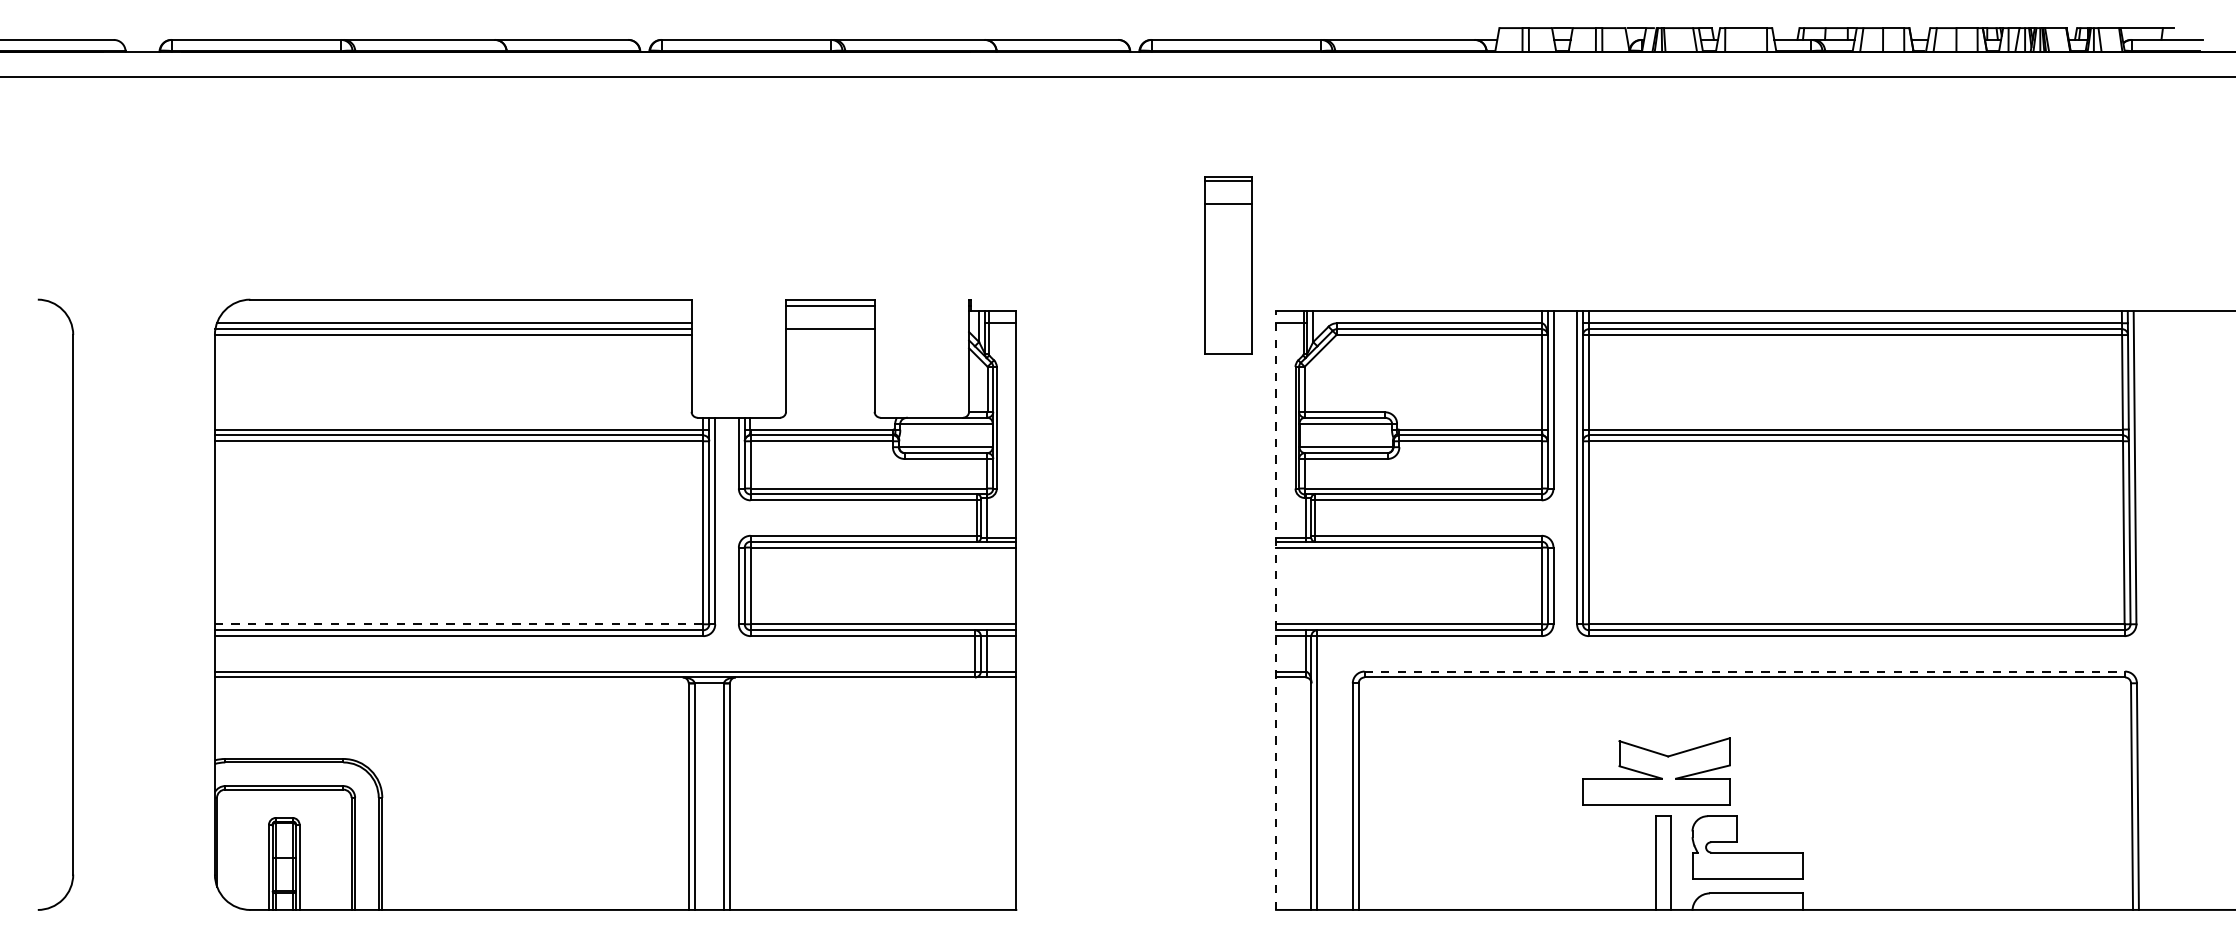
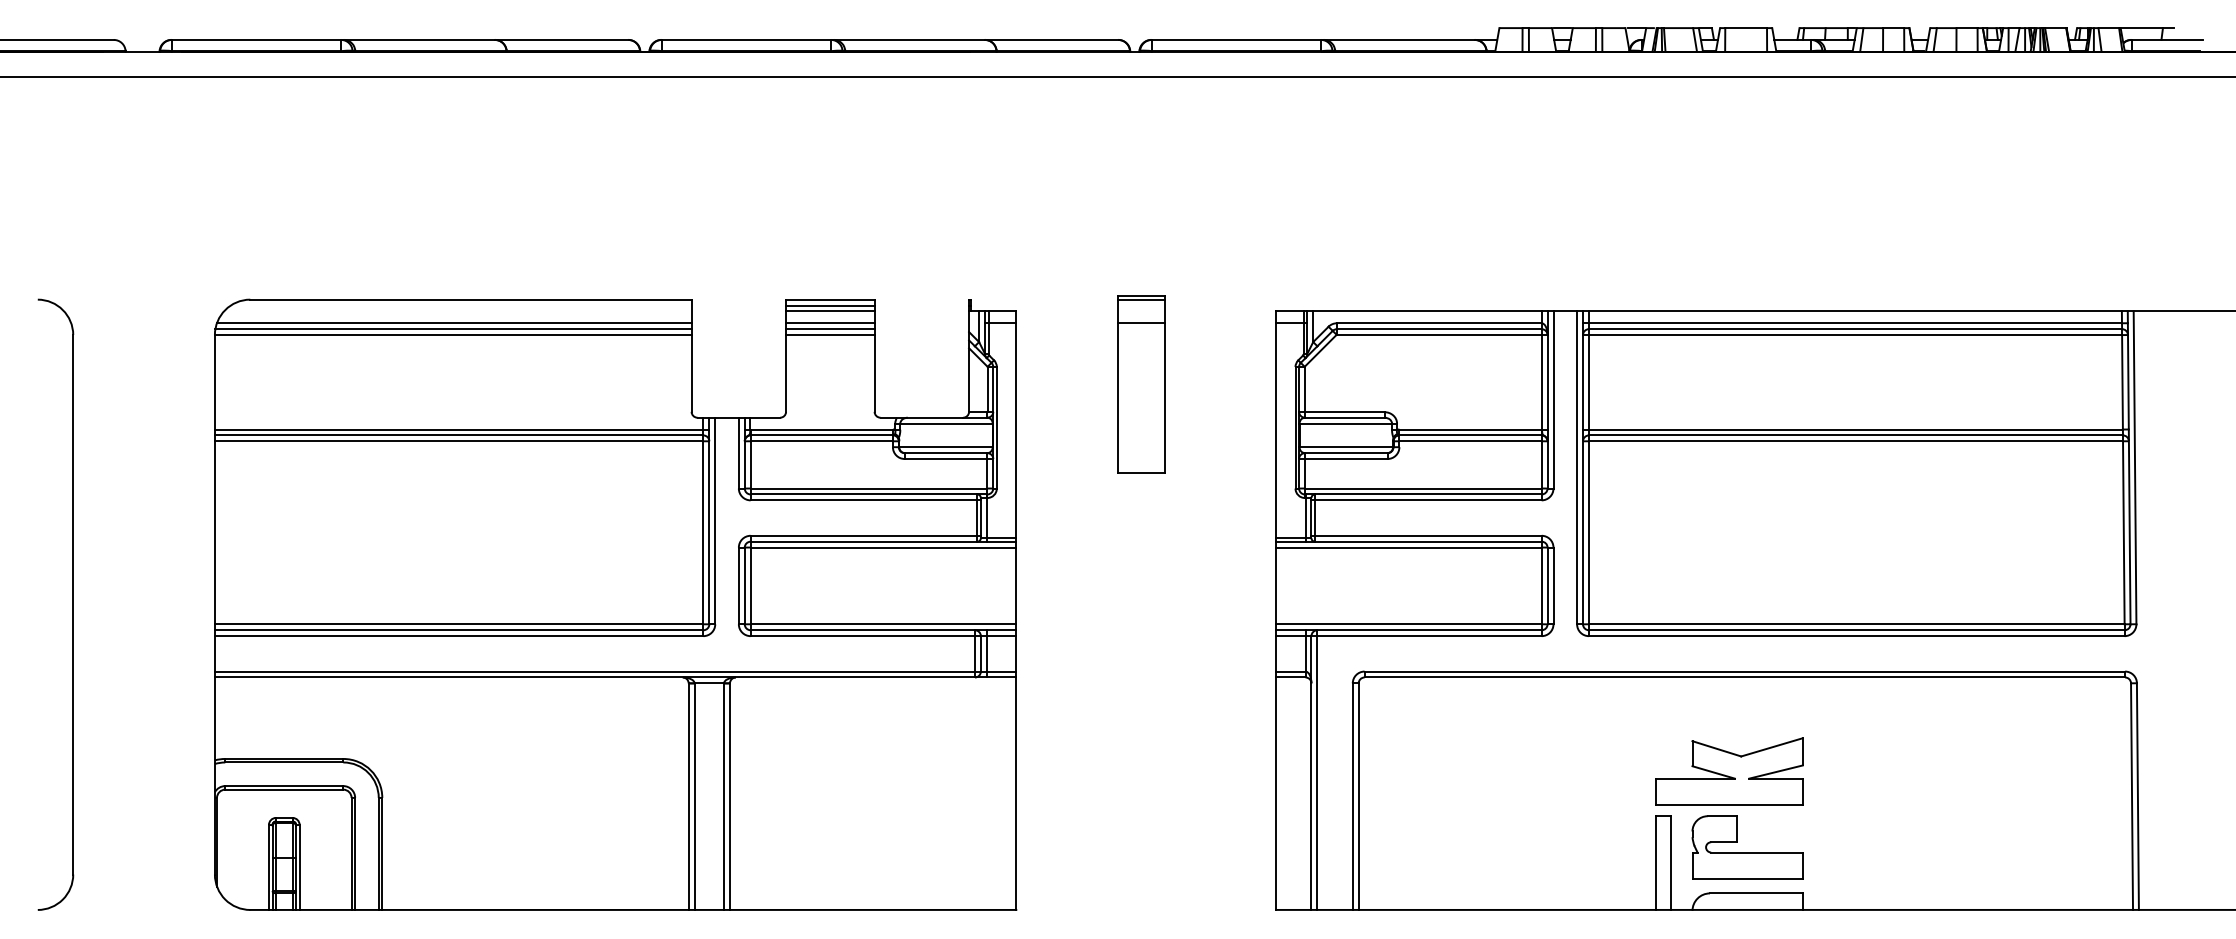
part at (1228, 265) position: (1228, 265) -> (1141, 384)
line at (830, 311): none -> present
line at (830, 323): none -> present
line at (830, 334): none -> present
line at (1276, 610): dashed -> solid
line at (459, 624): dashed -> solid
line at (1745, 671): dashed -> solid
part at (1656, 771) position: (1656, 771) -> (1729, 771)
